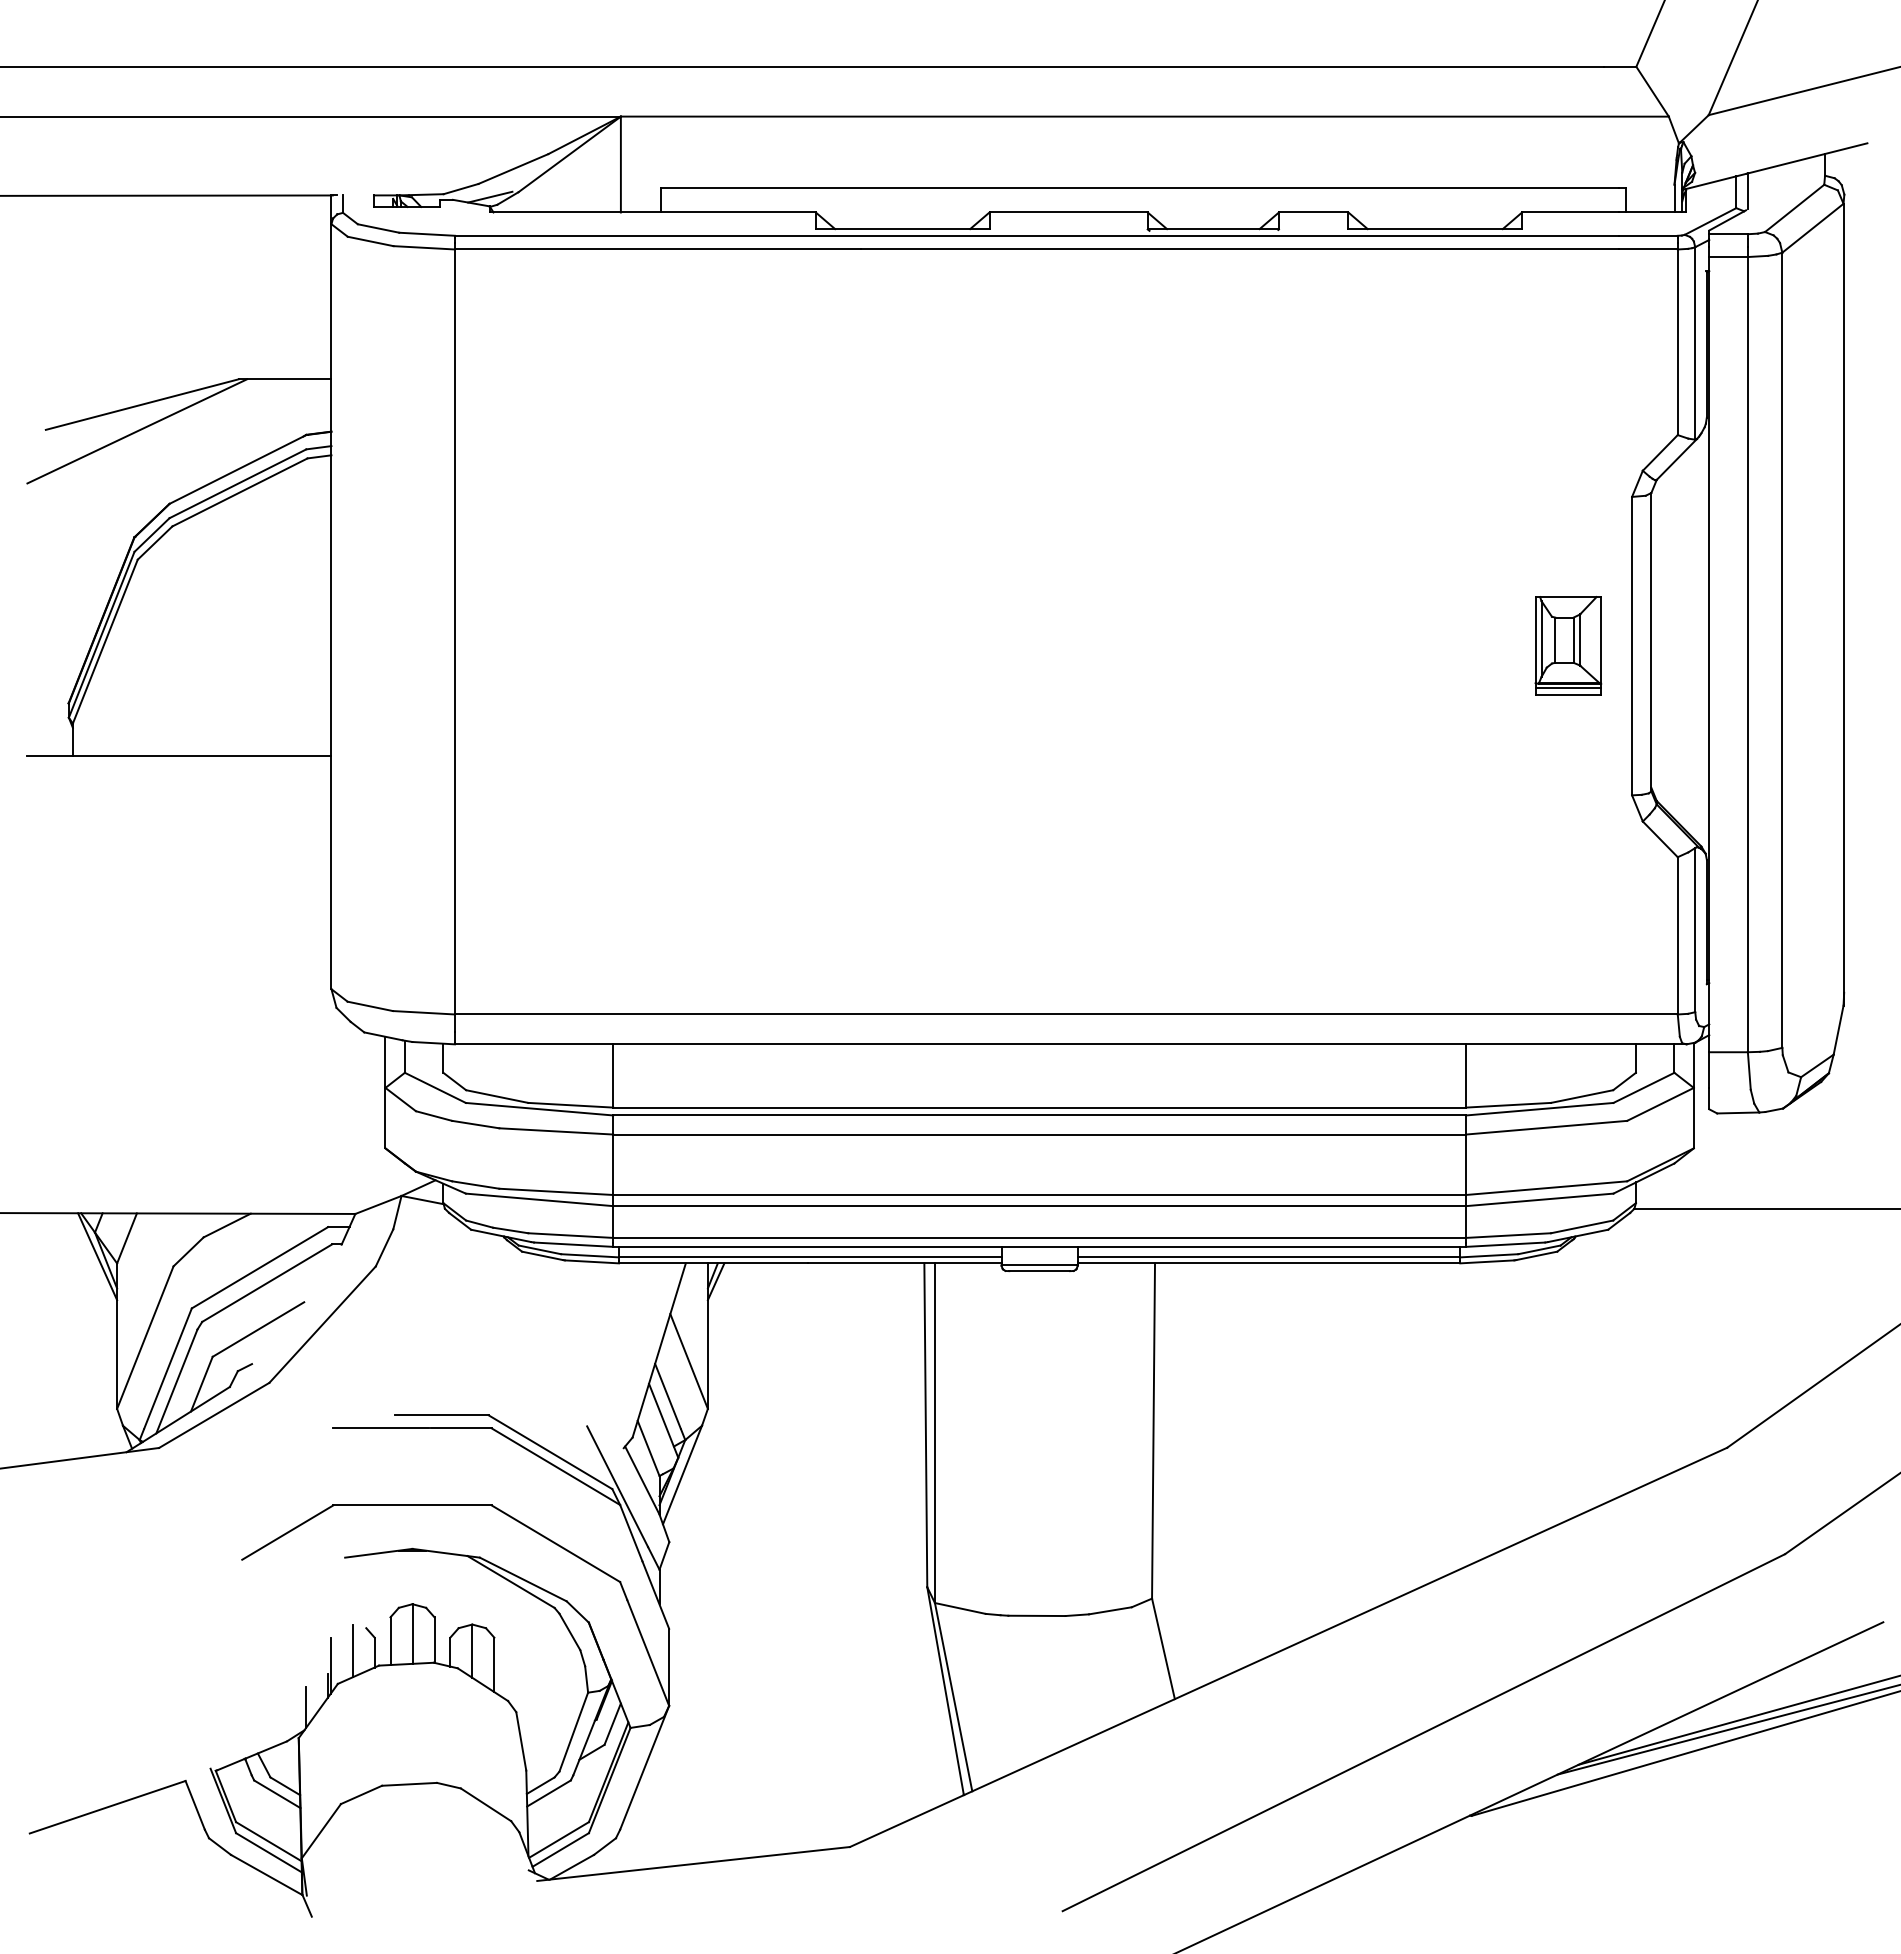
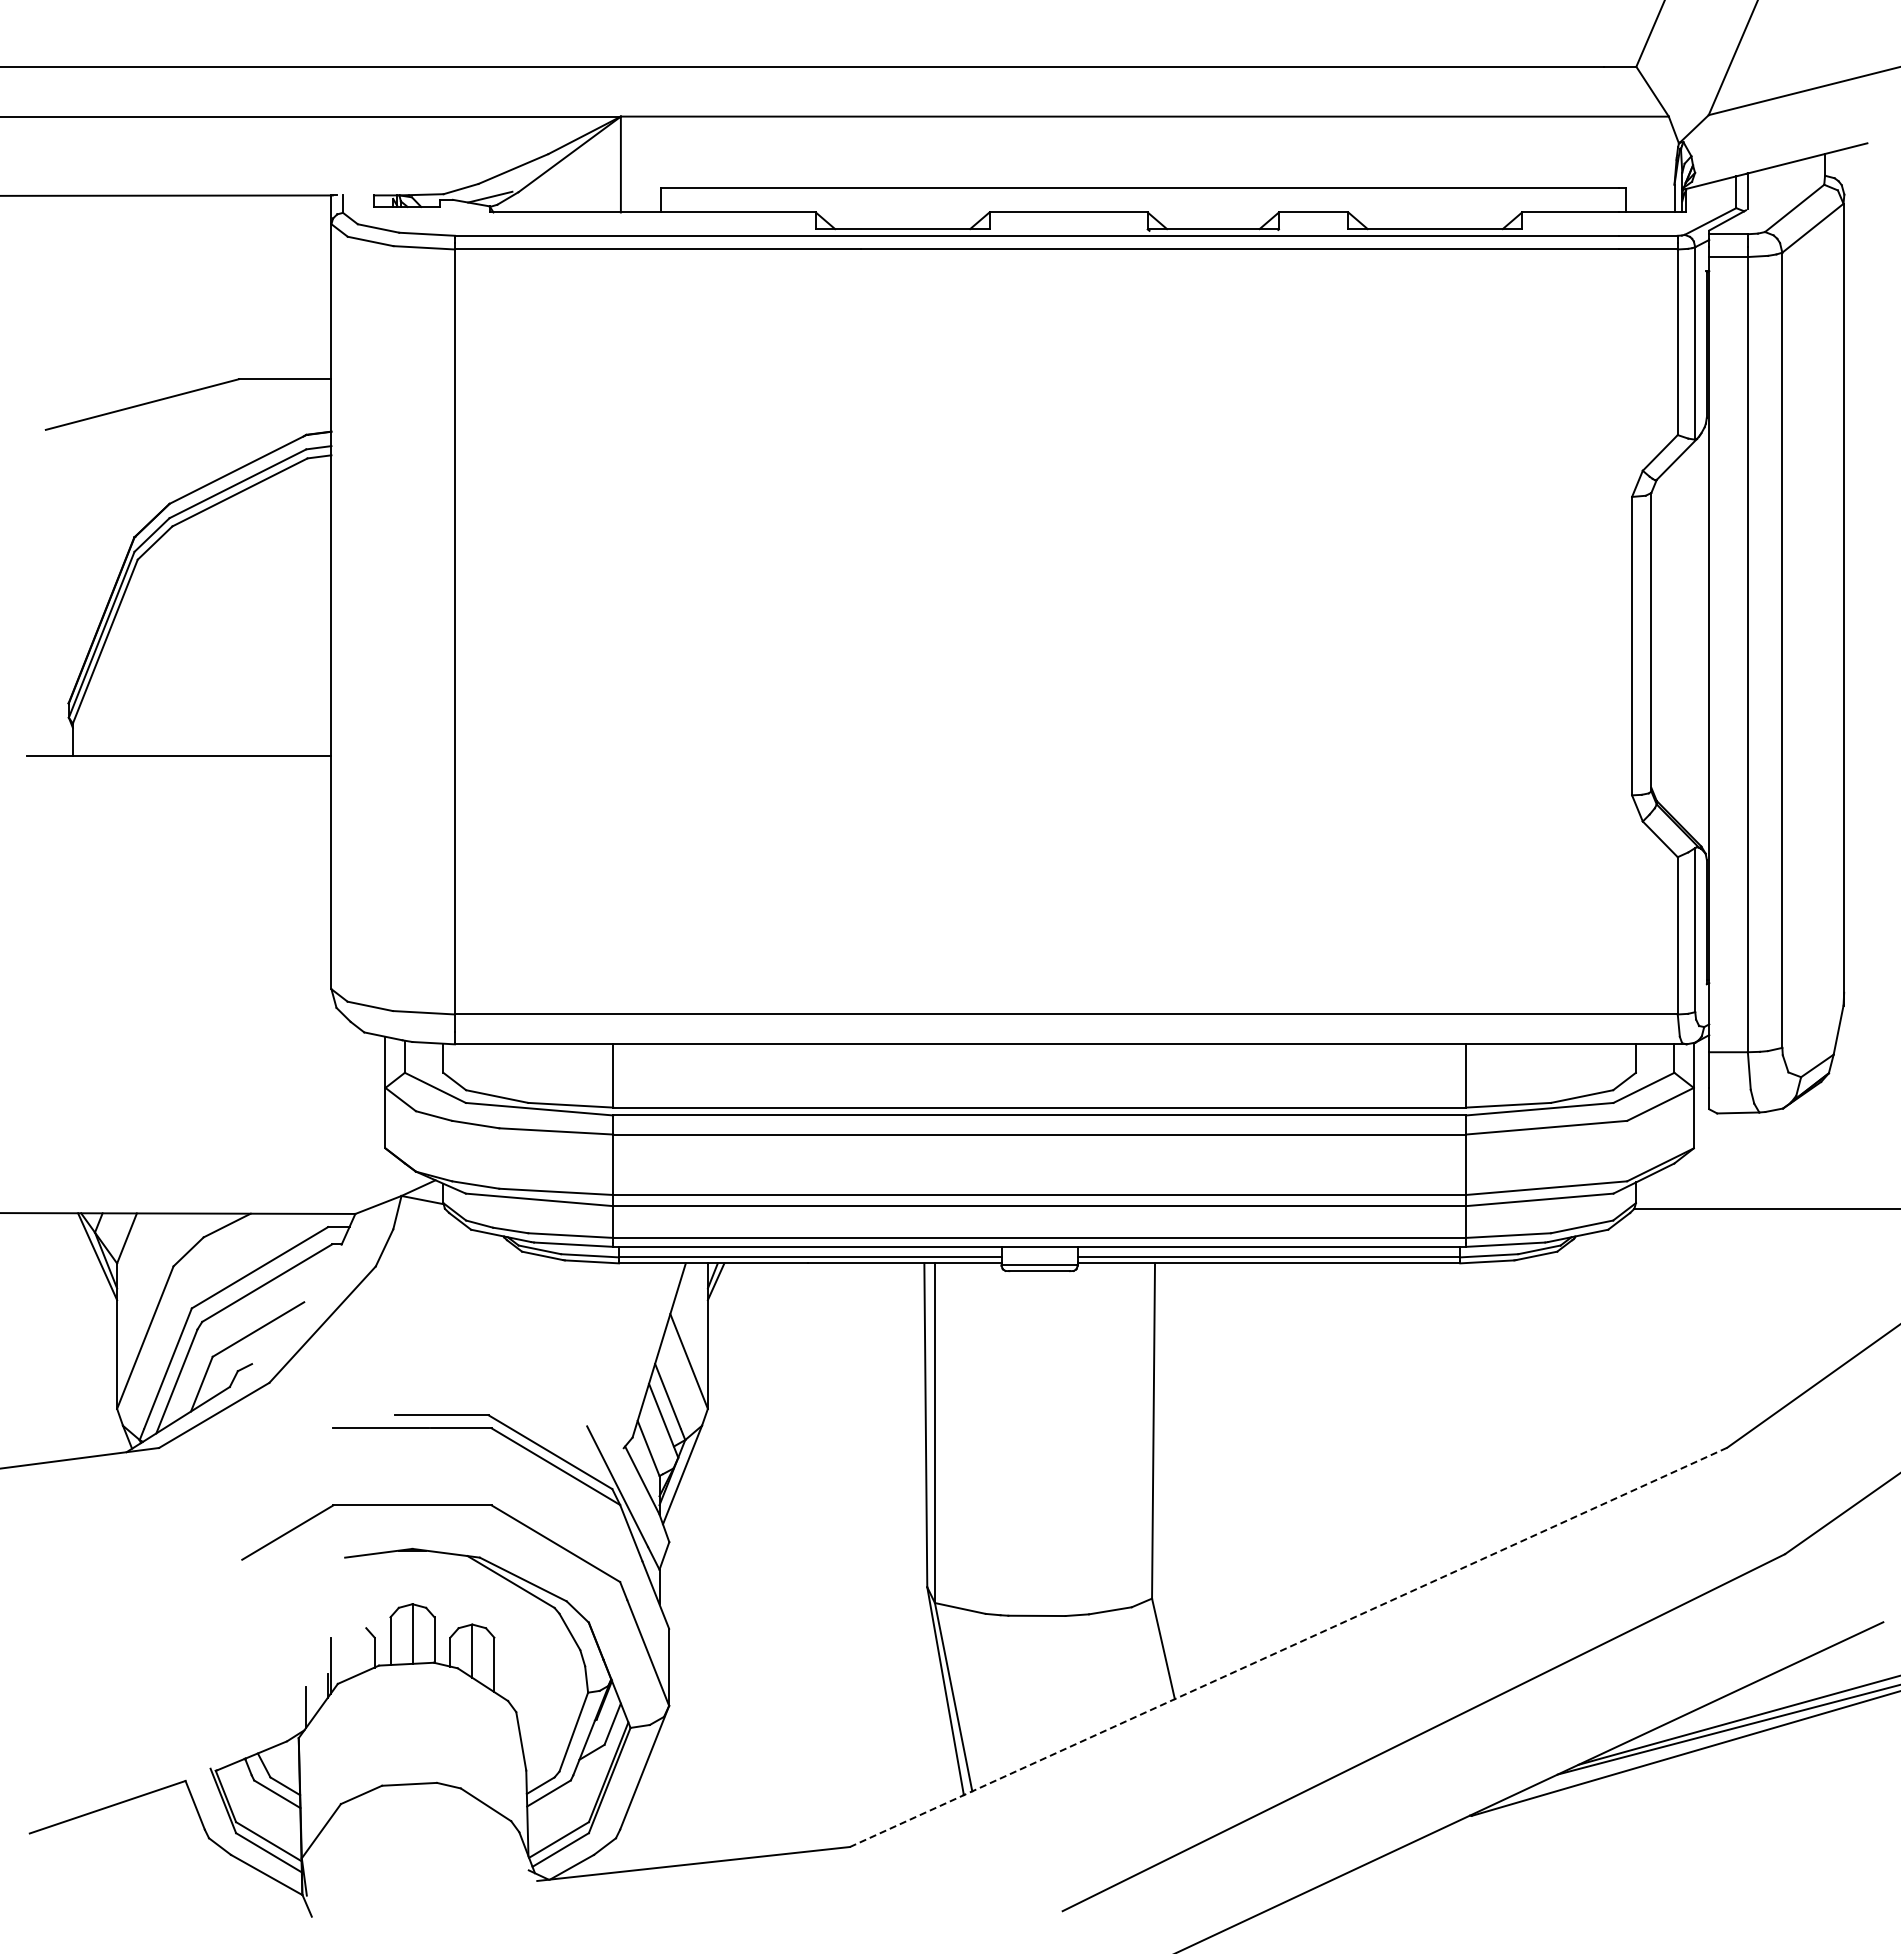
line at (137, 431): present -> none
part at (1568, 645): present -> none
line at (1288, 1647): solid -> dashed
line at (352, 1650): present -> none
